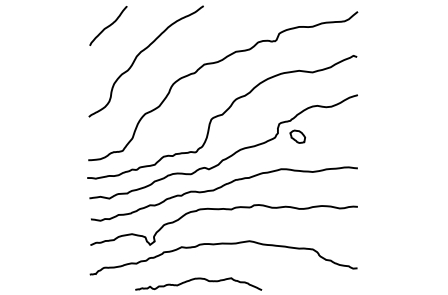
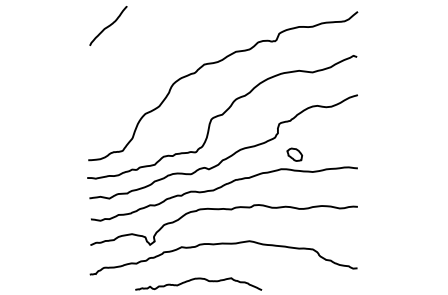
curve at (139, 55): present -> none
part at (297, 136) position: (297, 136) -> (294, 154)
